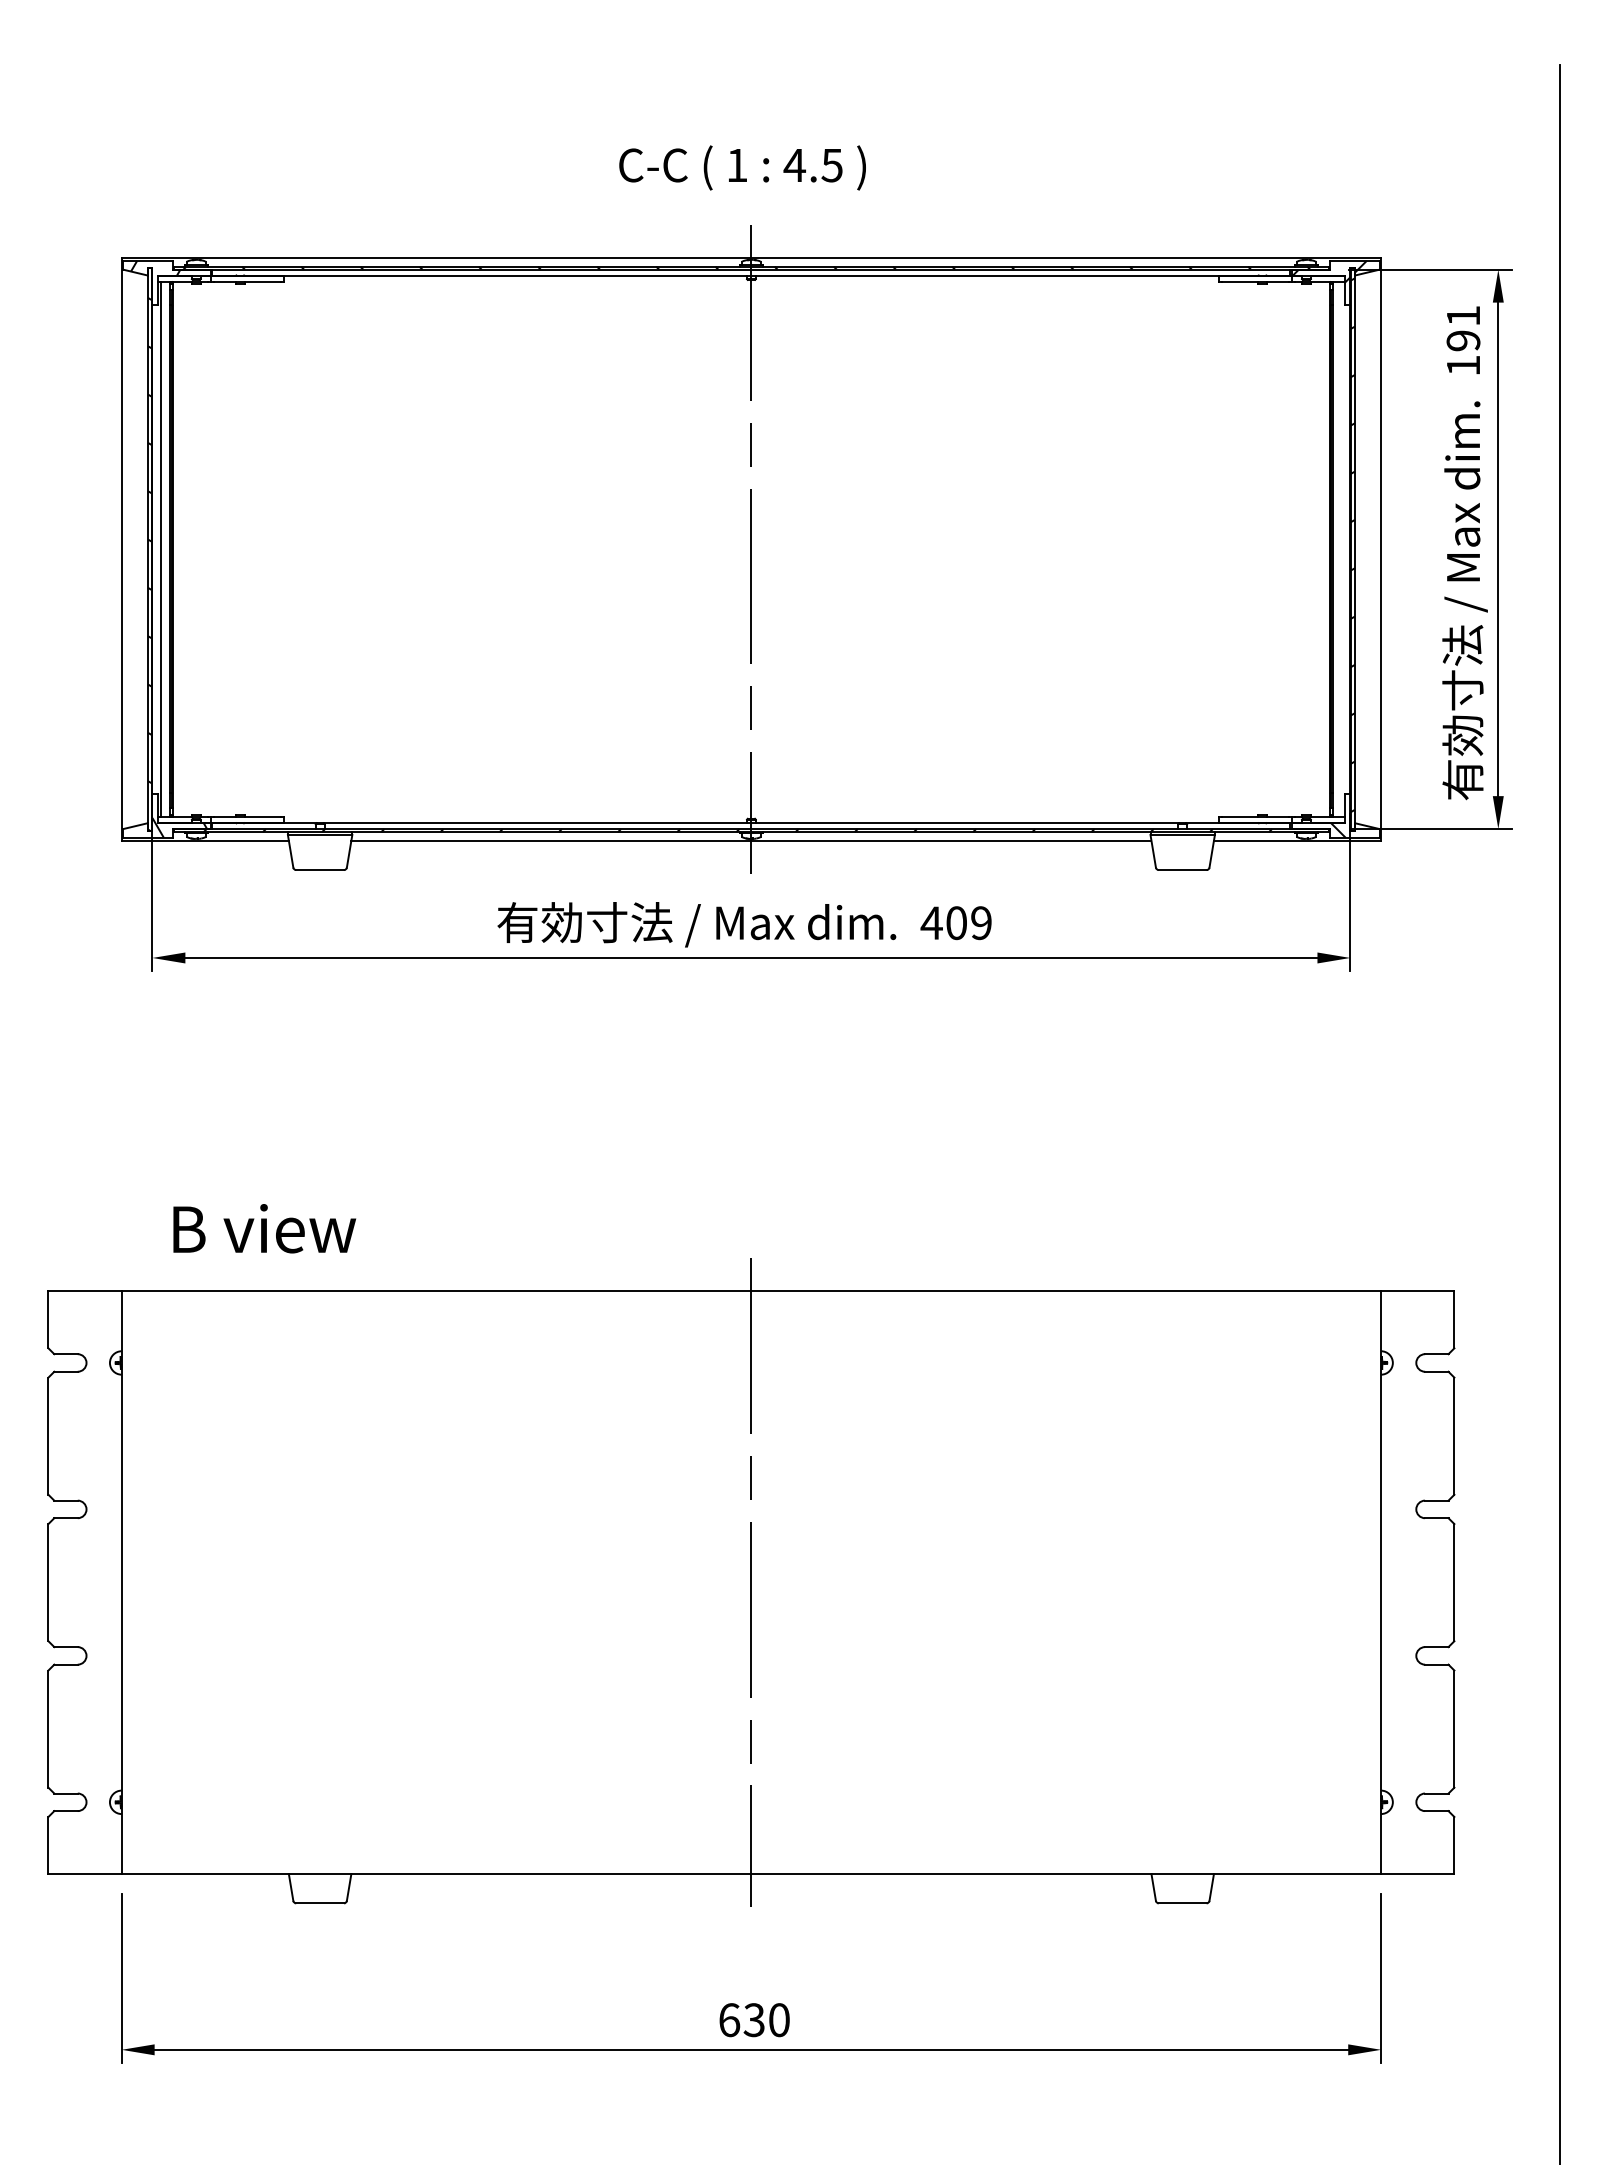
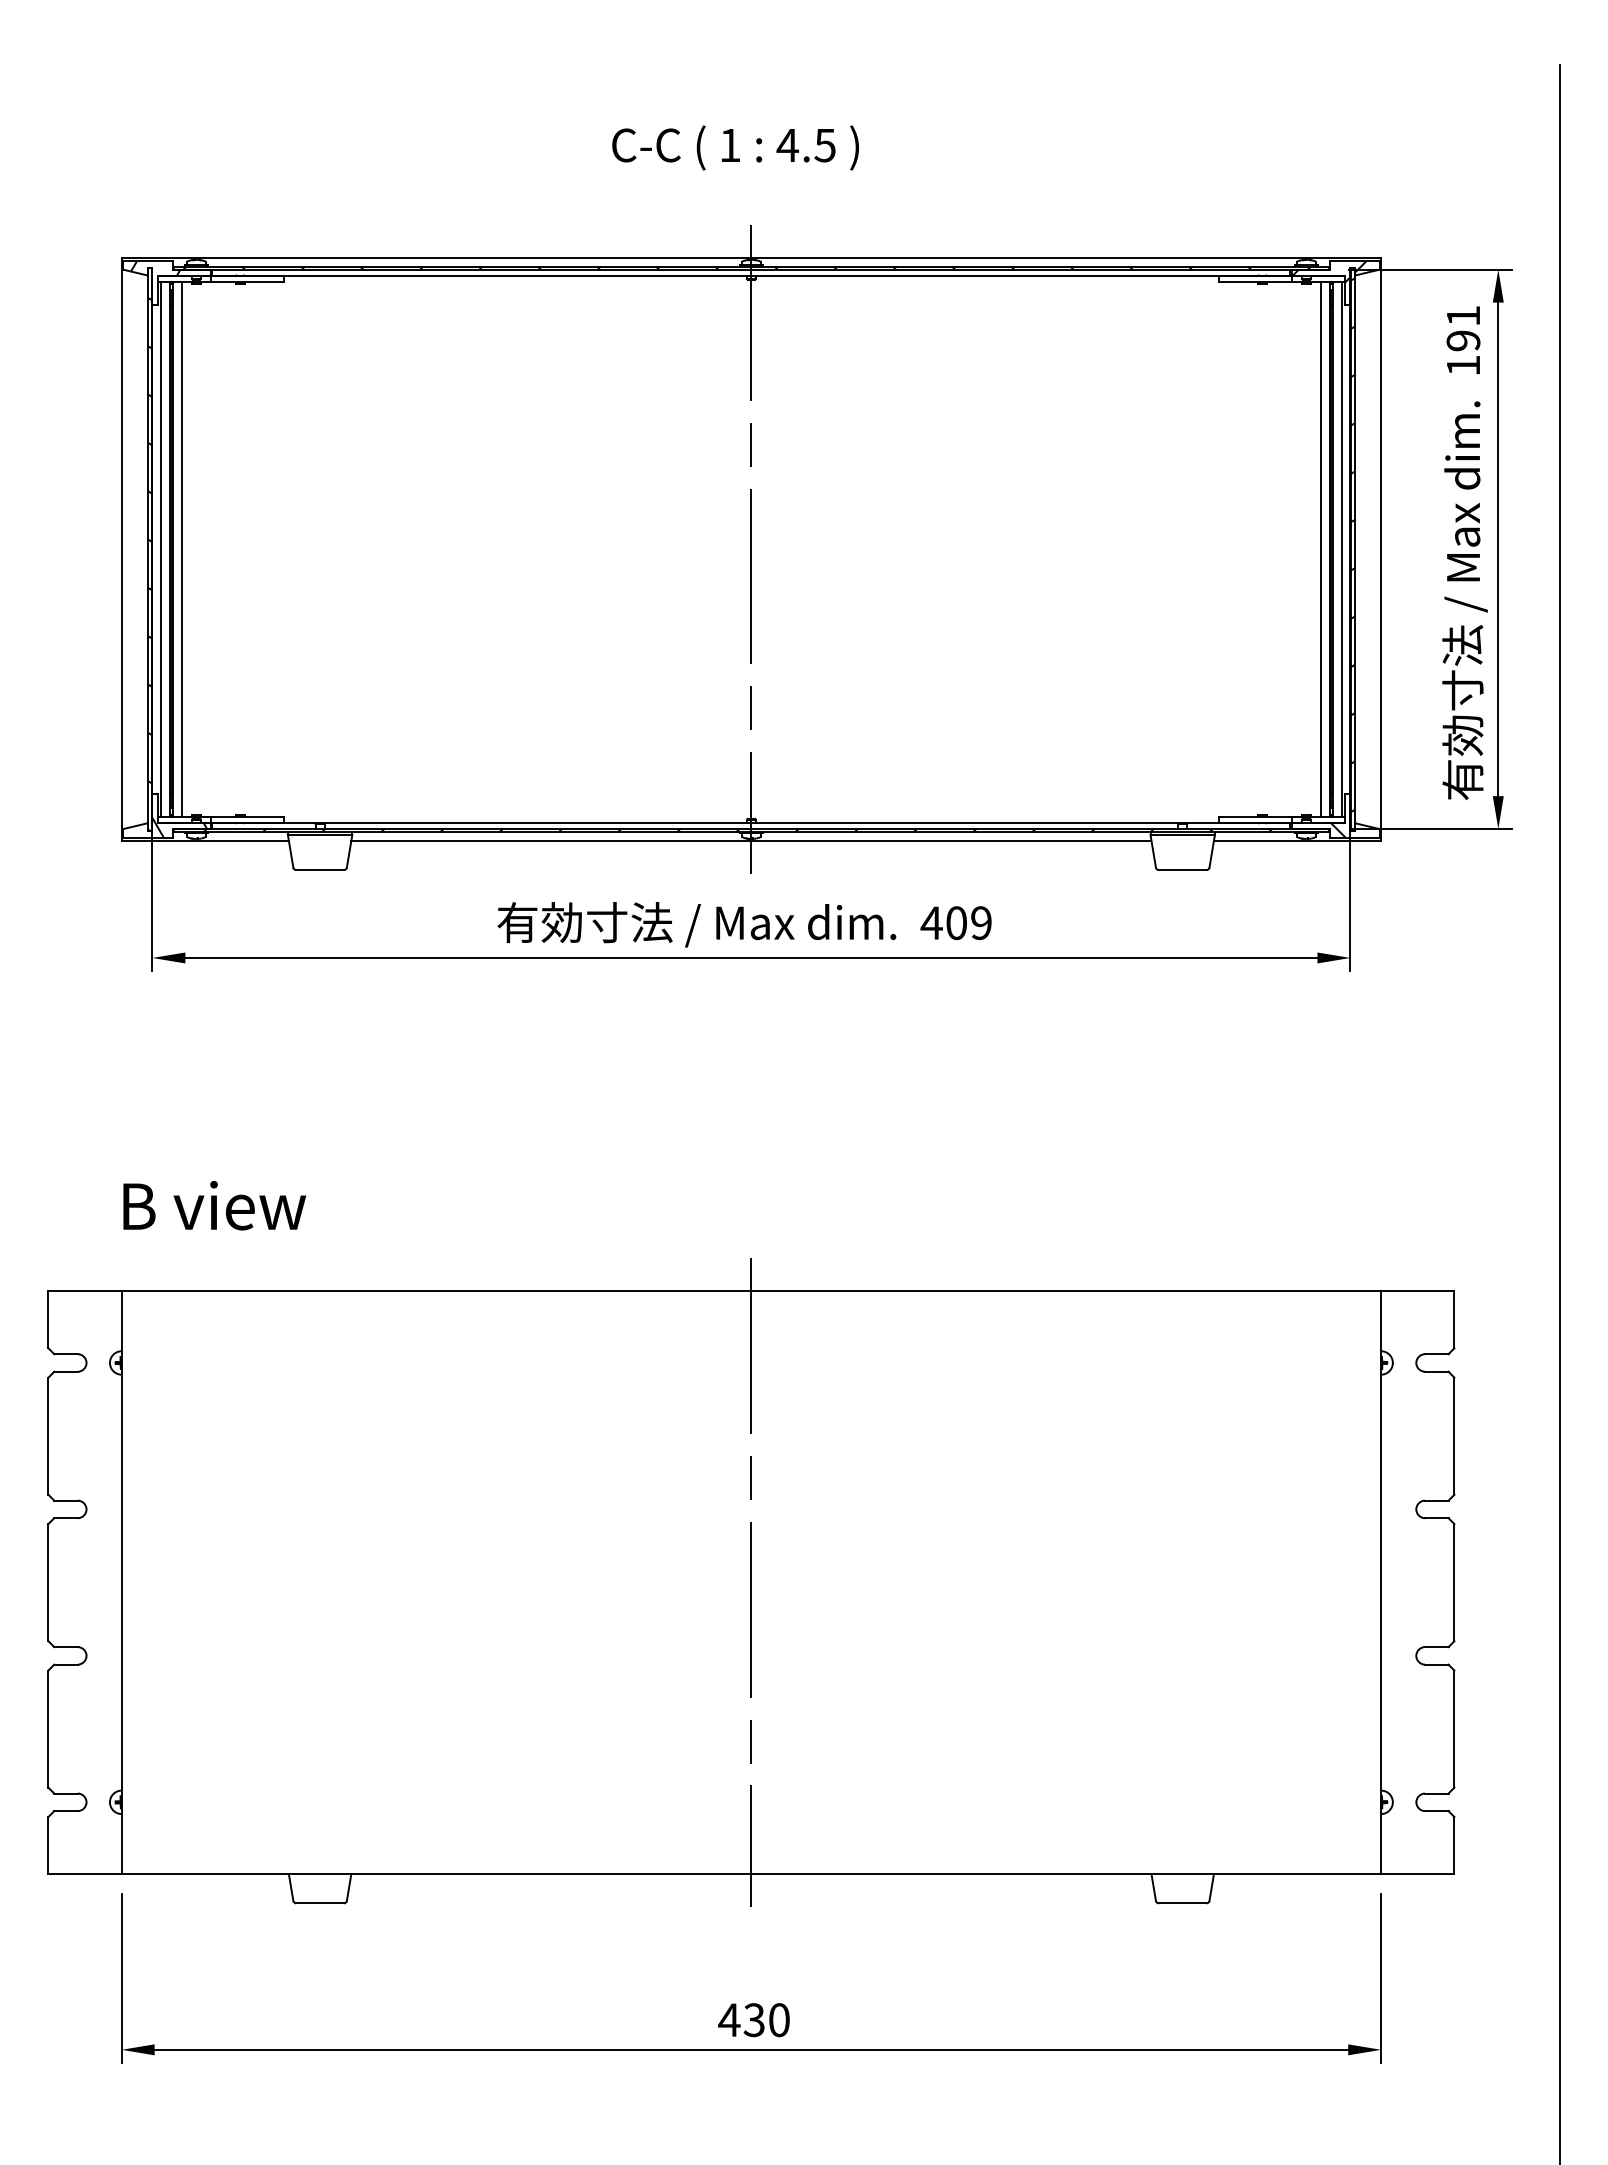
text at (742, 167) position: (742, 167) -> (735, 147)
line at (181, 549): none -> present
line at (1321, 549): none -> present
line at (1341, 549): none -> present
text at (264, 1228) position: (264, 1228) -> (214, 1205)
text at (729, 2020): 630 -> 430
